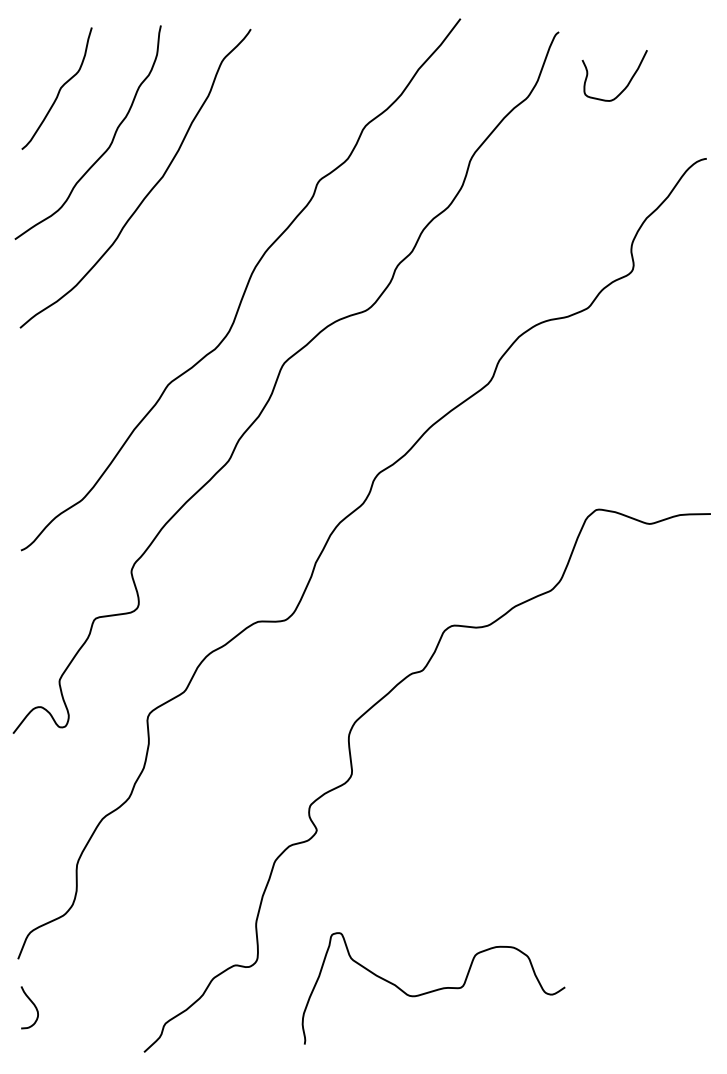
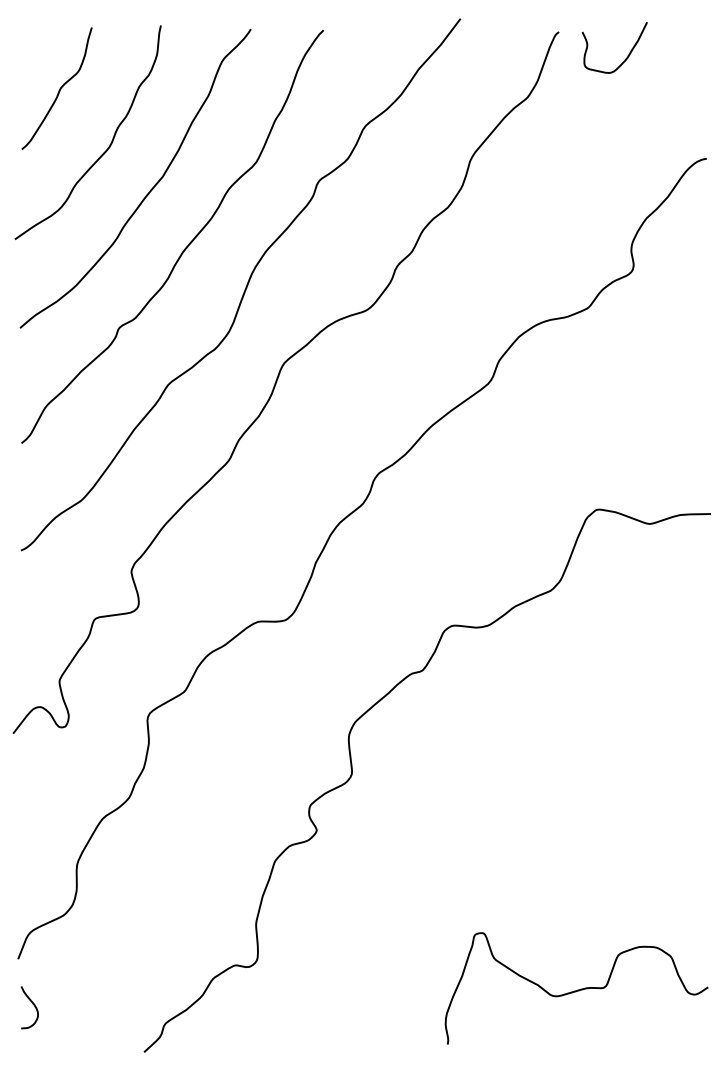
curve at (627, 83) position: (627, 83) -> (627, 55)
curve at (184, 248): none -> present
curve at (434, 989) position: (434, 989) -> (577, 989)
